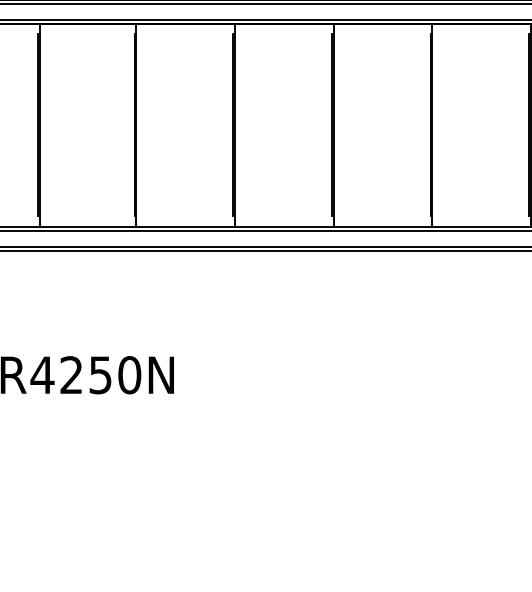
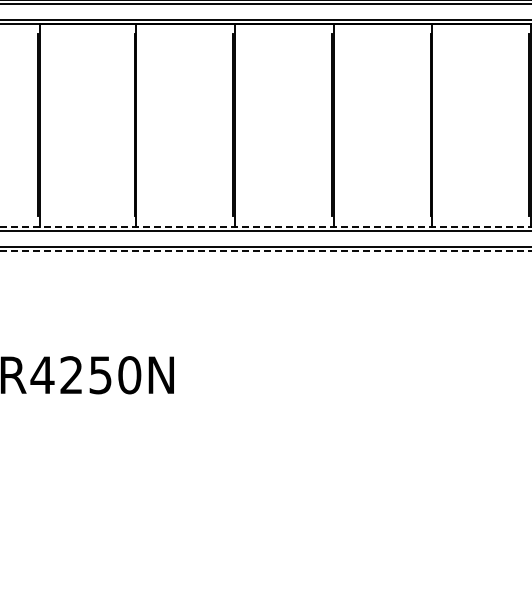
line at (266, 226): solid -> dashed
line at (266, 251): solid -> dashed
